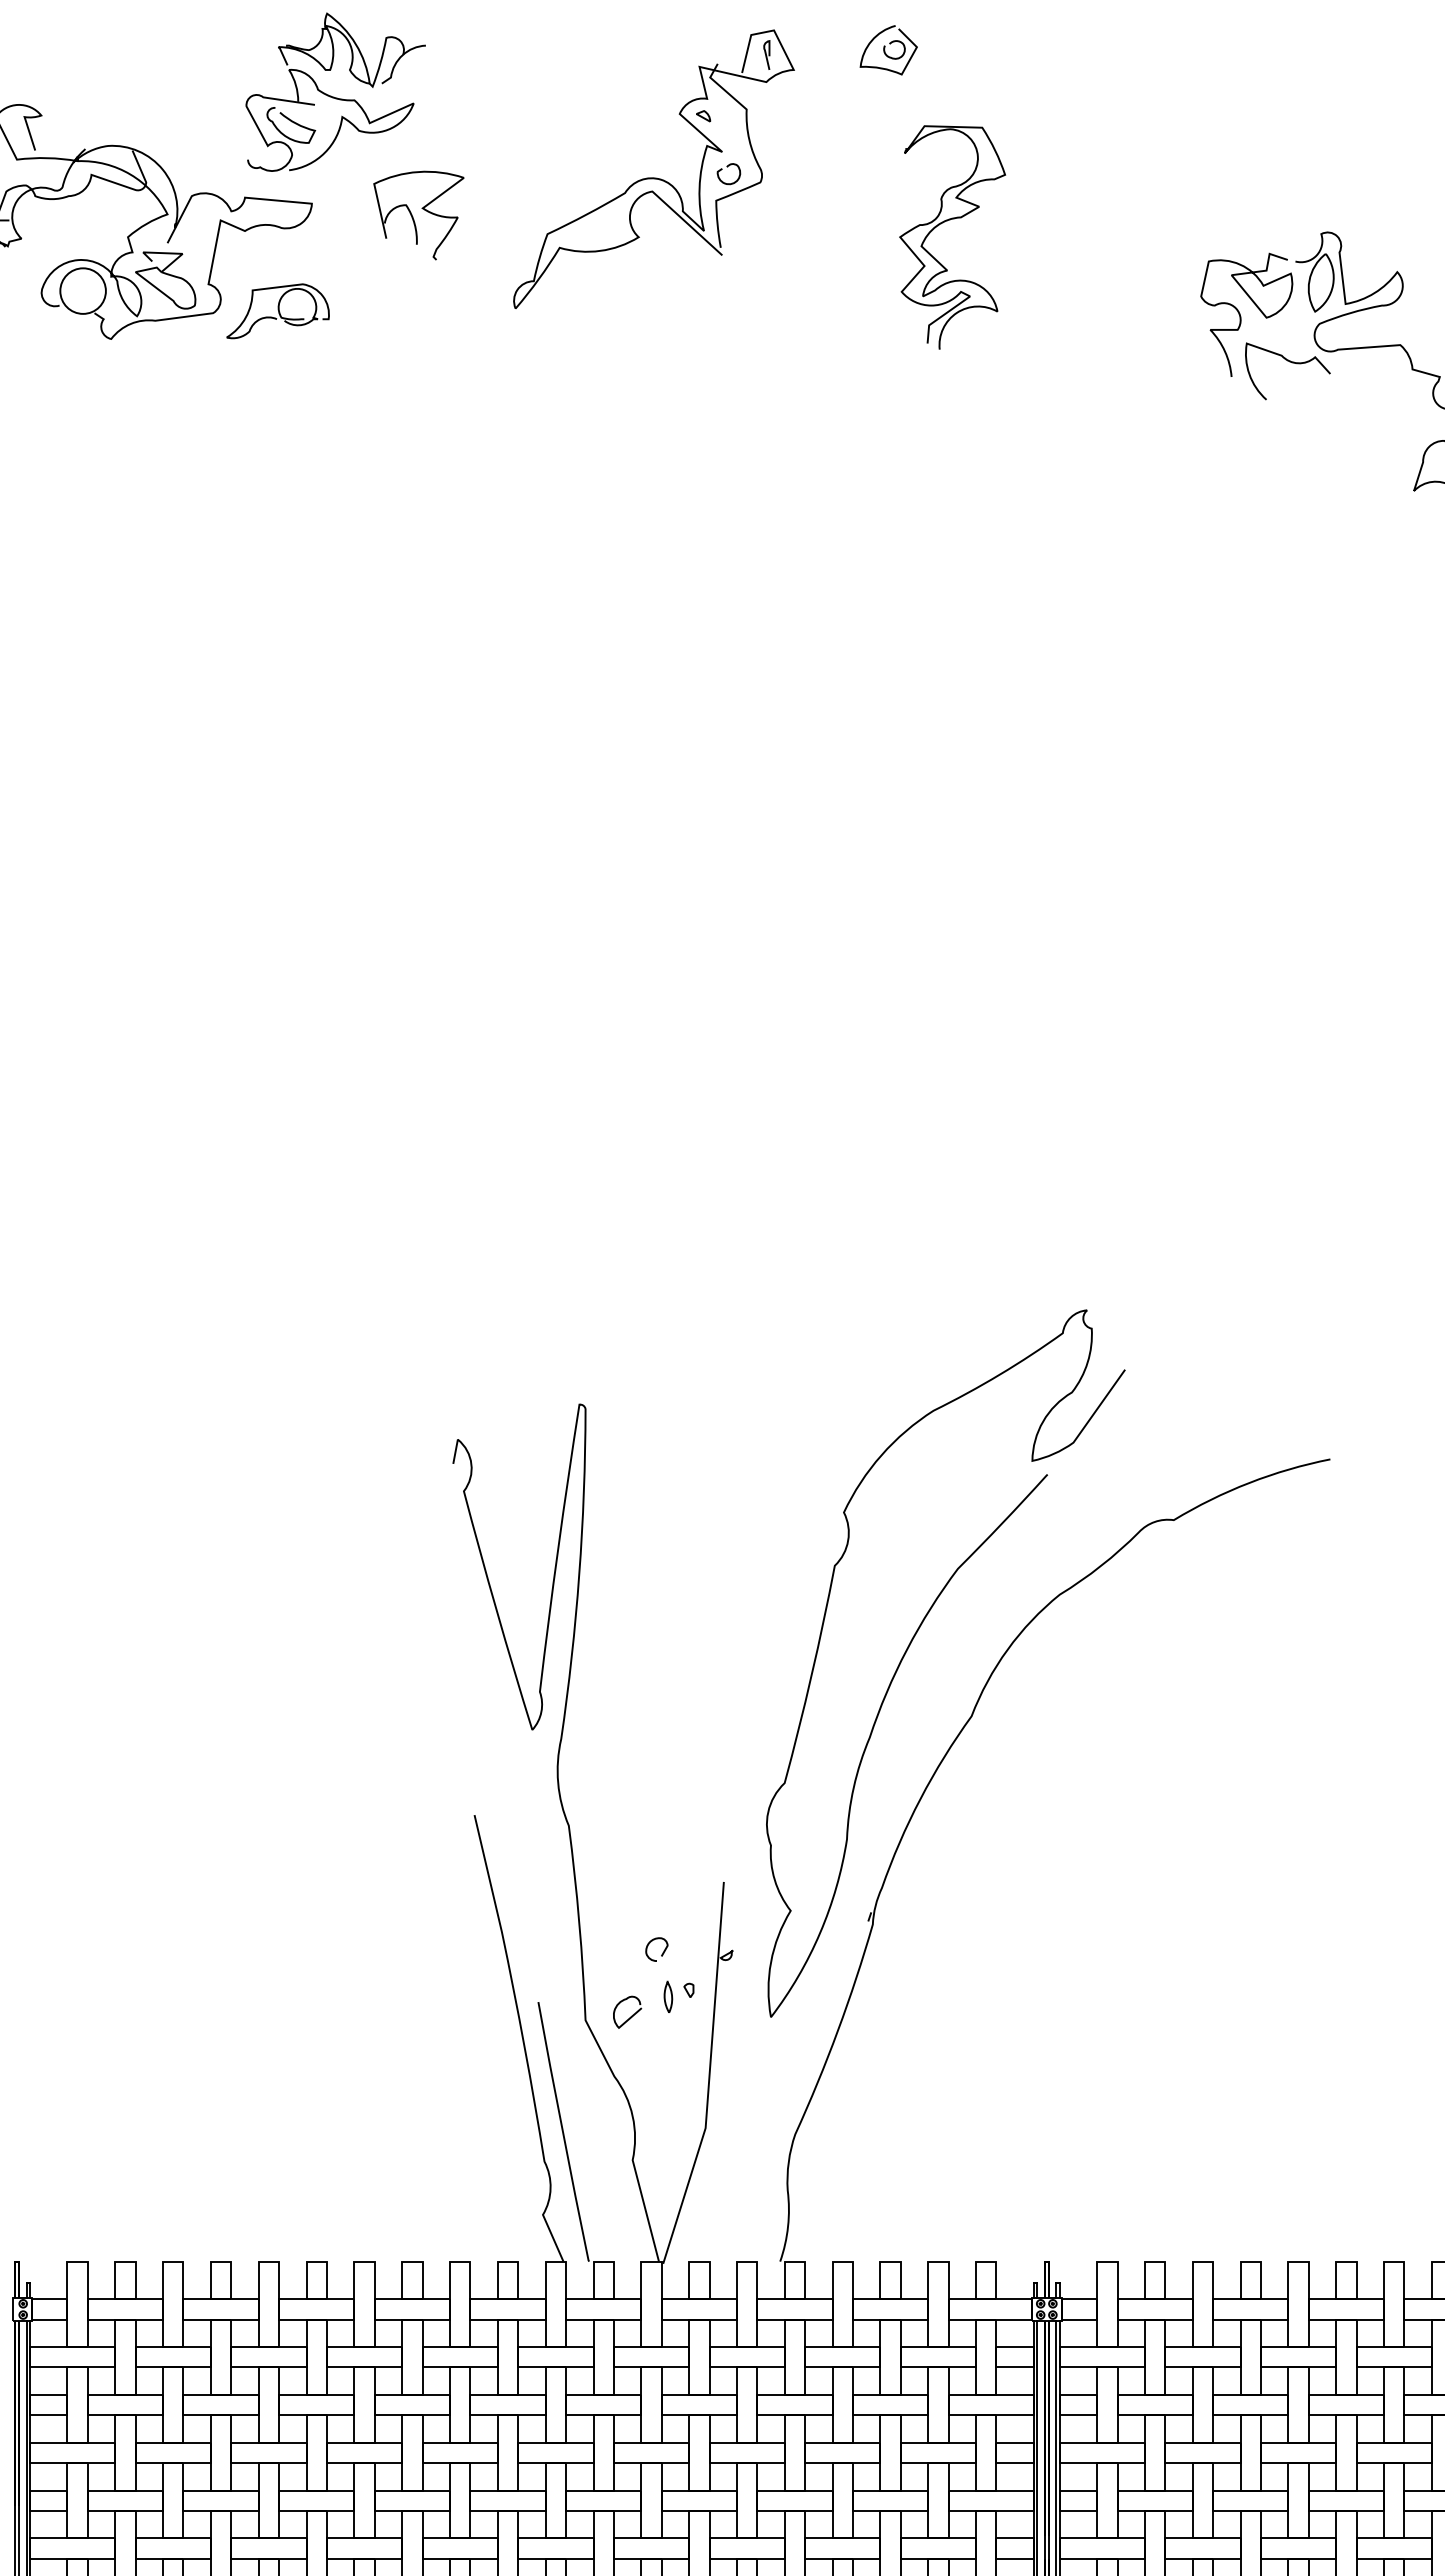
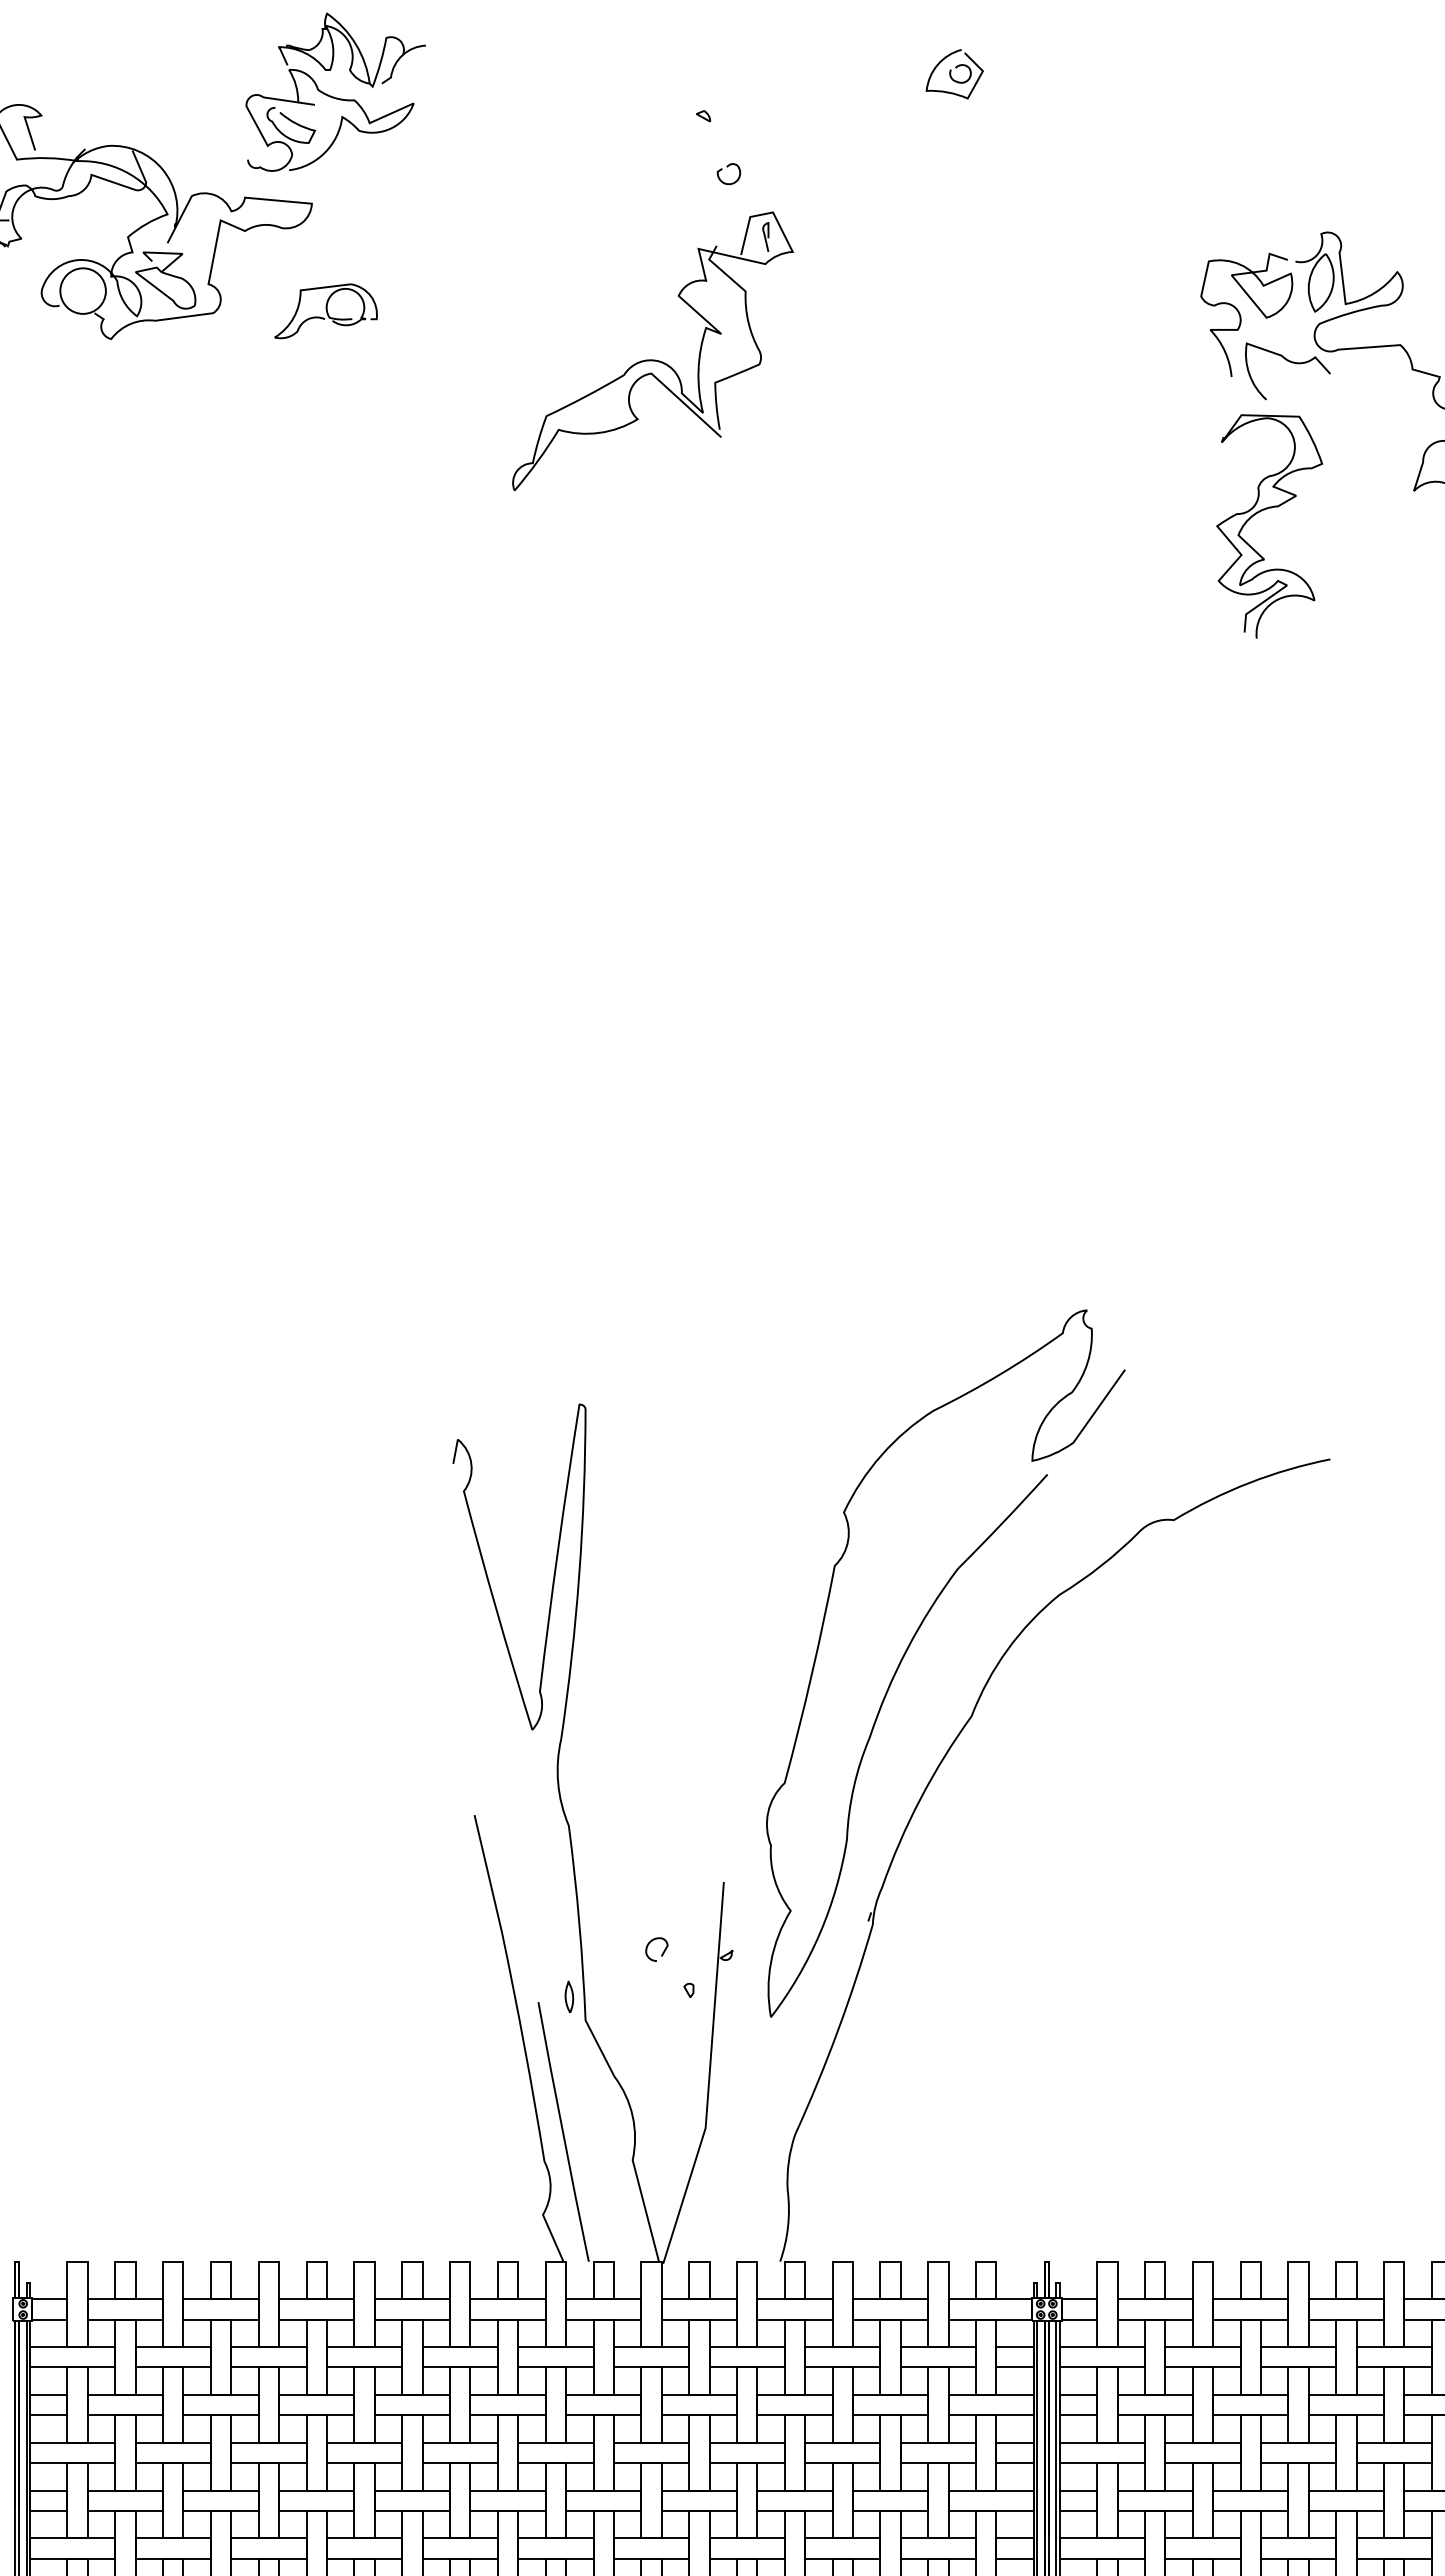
part at (888, 50) position: (888, 50) -> (954, 74)
part at (653, 177) position: (653, 177) -> (652, 359)
part at (418, 215): present -> none
part at (947, 221) position: (947, 221) -> (1264, 510)
part at (277, 311) position: (277, 311) -> (325, 311)
curve at (665, 1996) position: (665, 1996) -> (566, 1996)
curve at (631, 2015): present -> none
